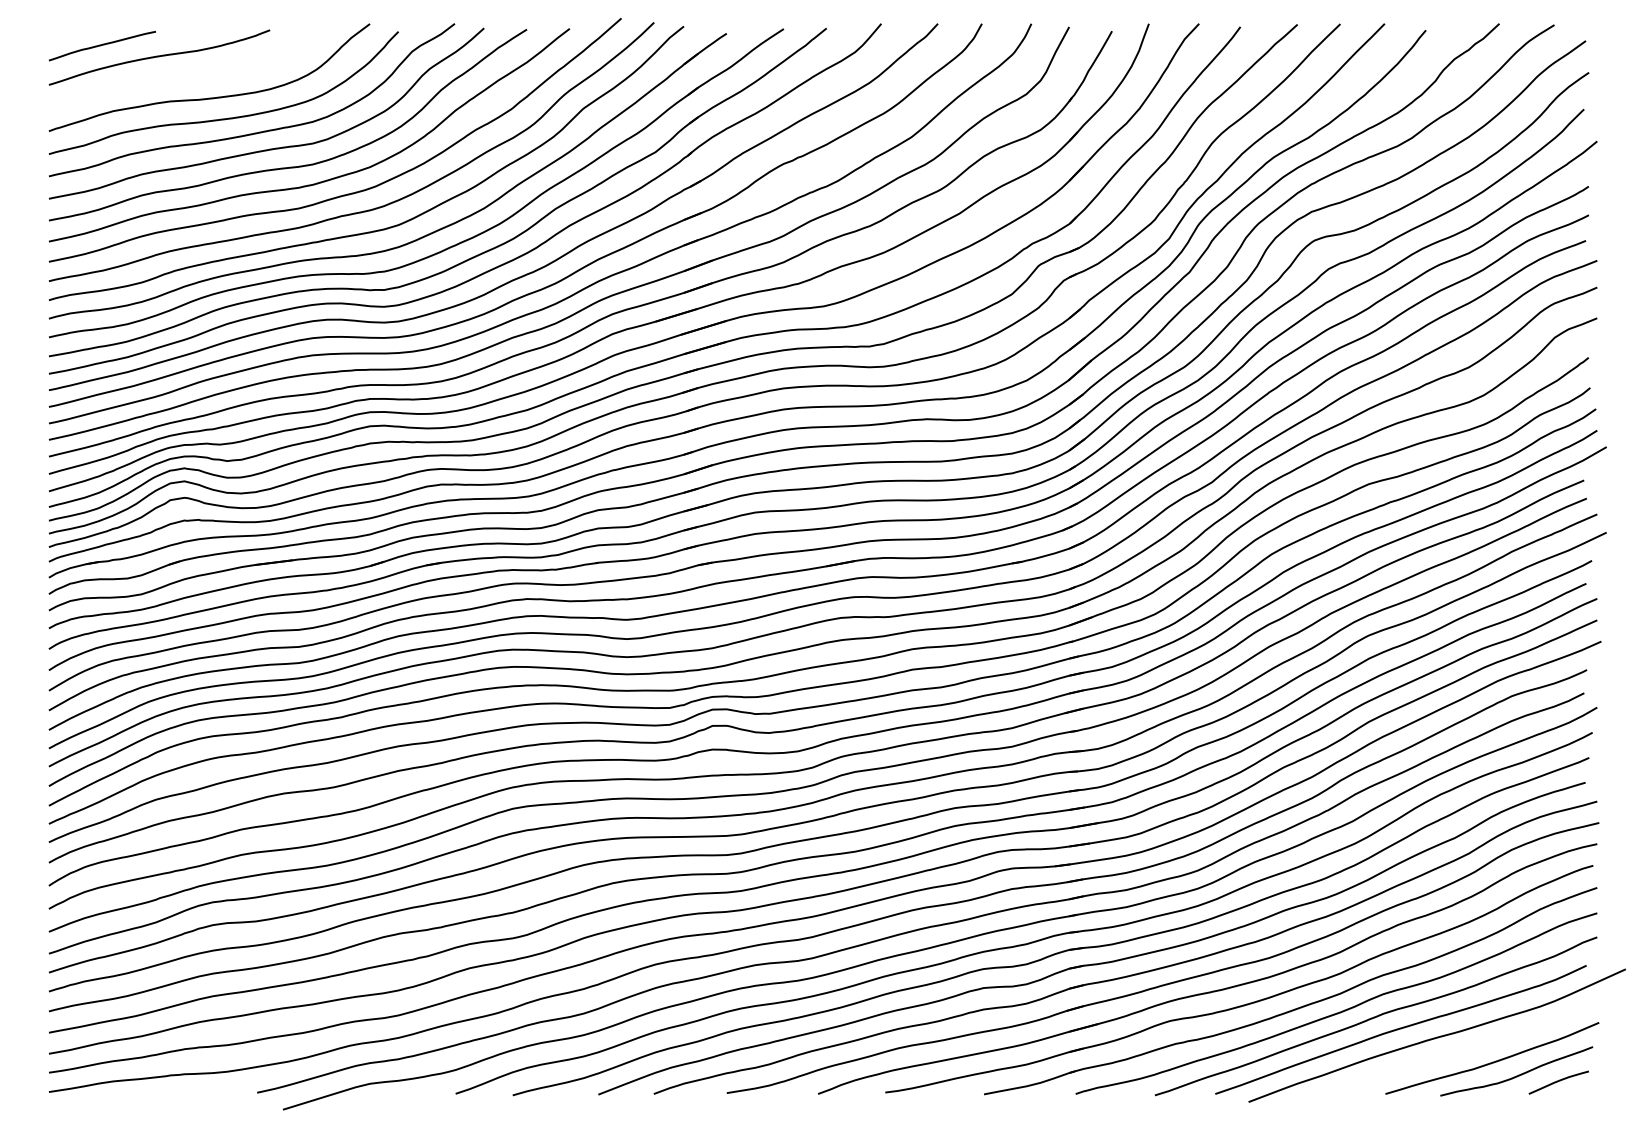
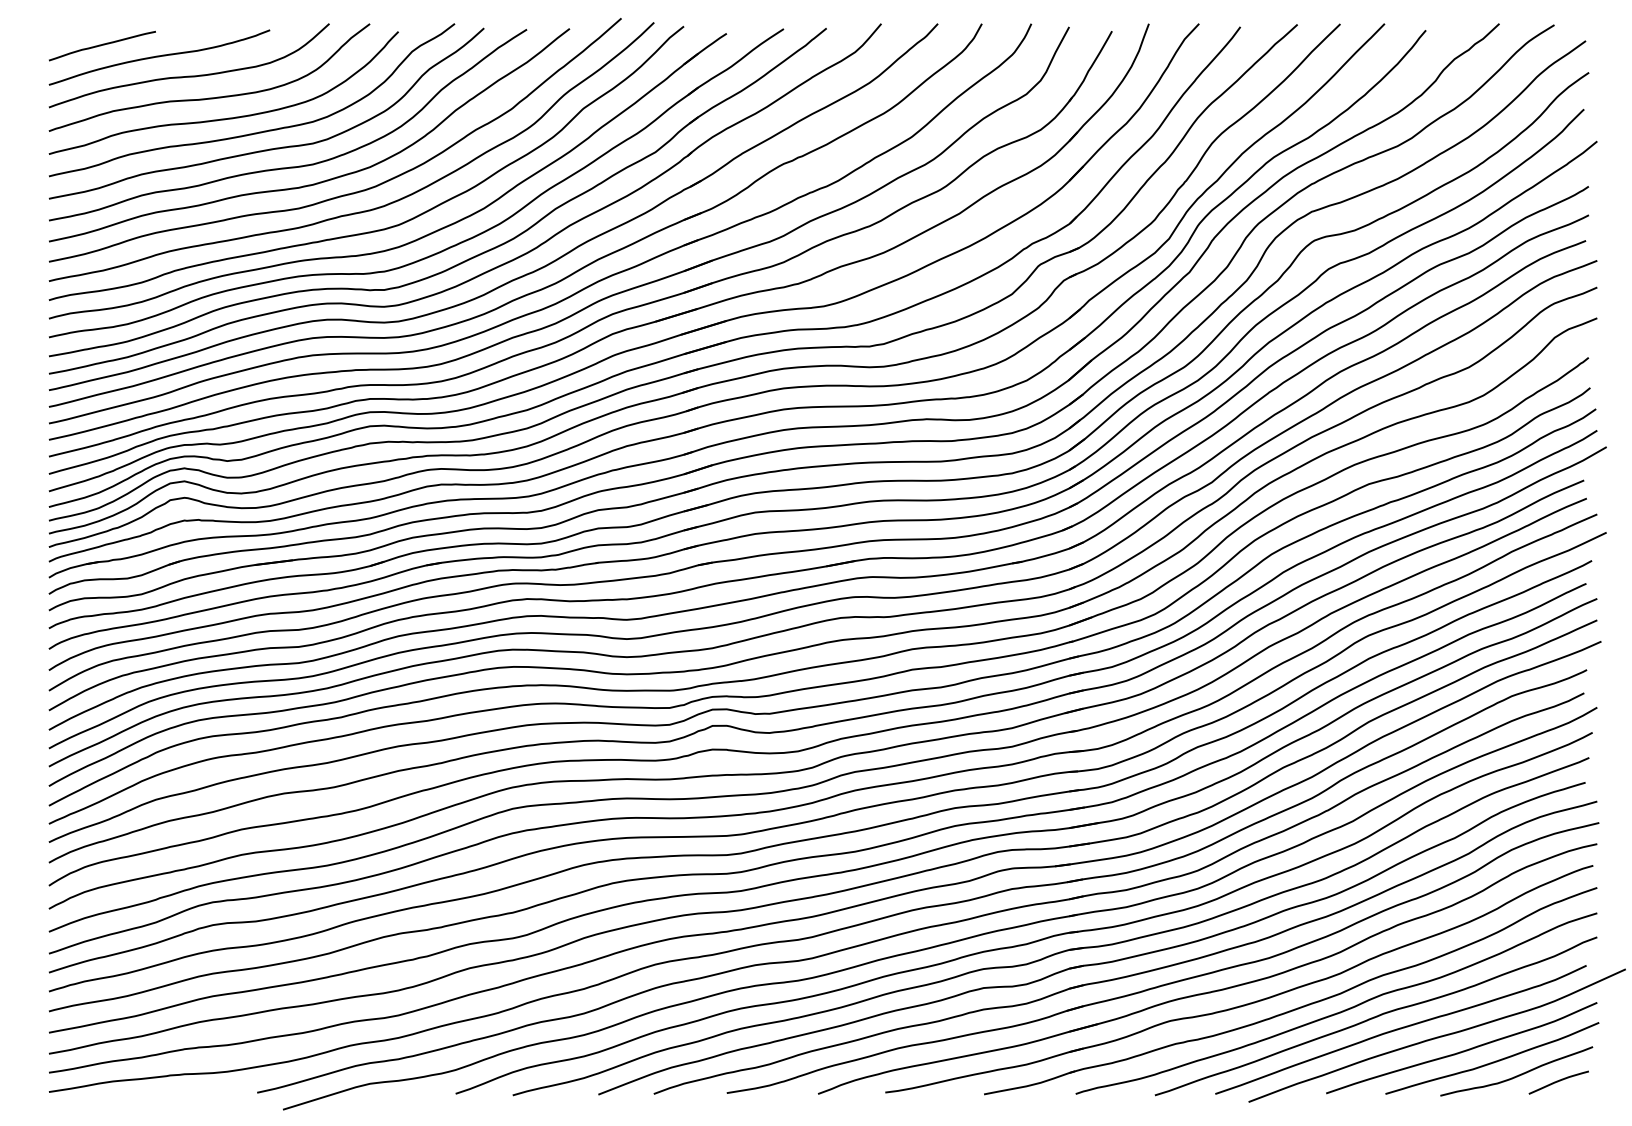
curve at (188, 75): none -> present
curve at (1462, 1050): none -> present
